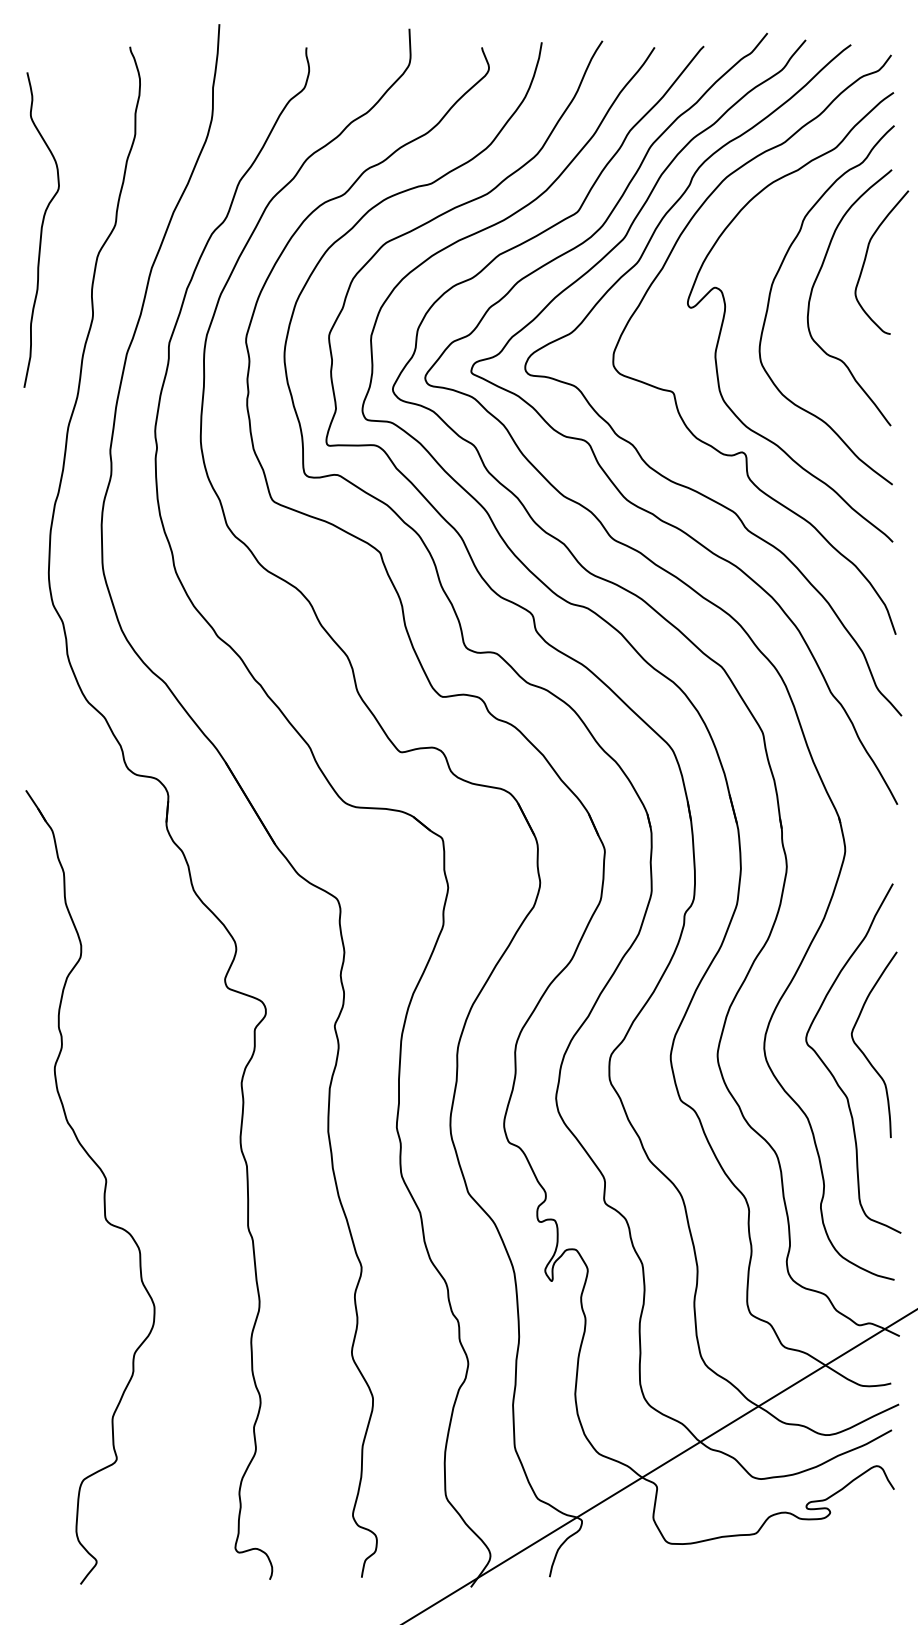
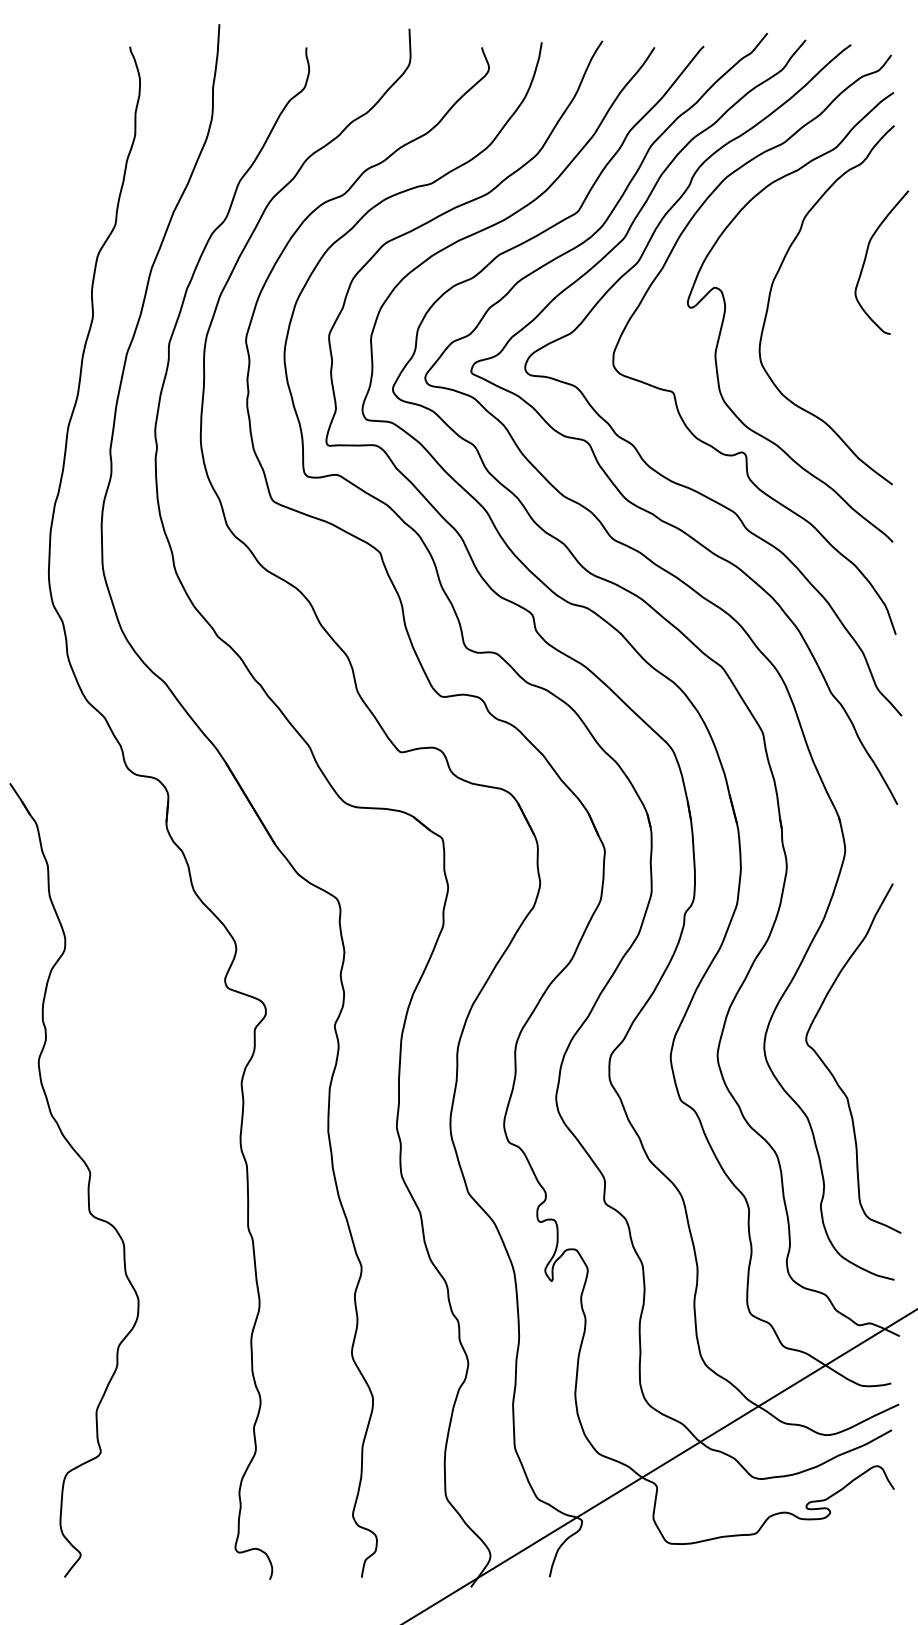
curve at (41, 229): present -> none
curve at (816, 281): present -> none
curve at (862, 1050): present -> none
part at (104, 1187) position: (104, 1187) -> (88, 1180)
